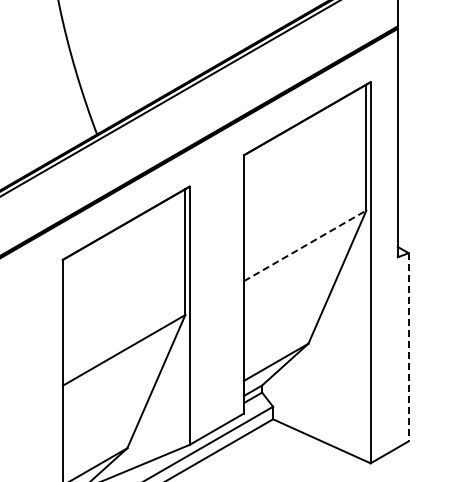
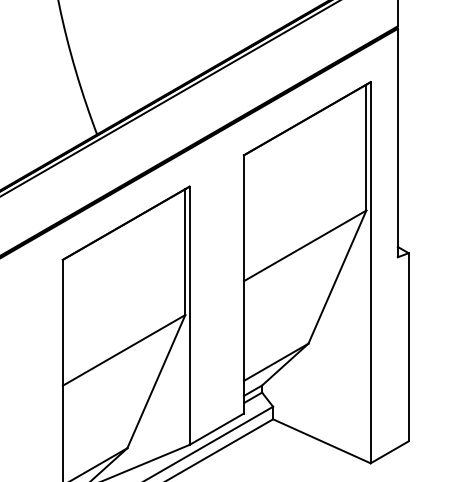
line at (305, 245): dashed -> solid
line at (408, 347): dashed -> solid
